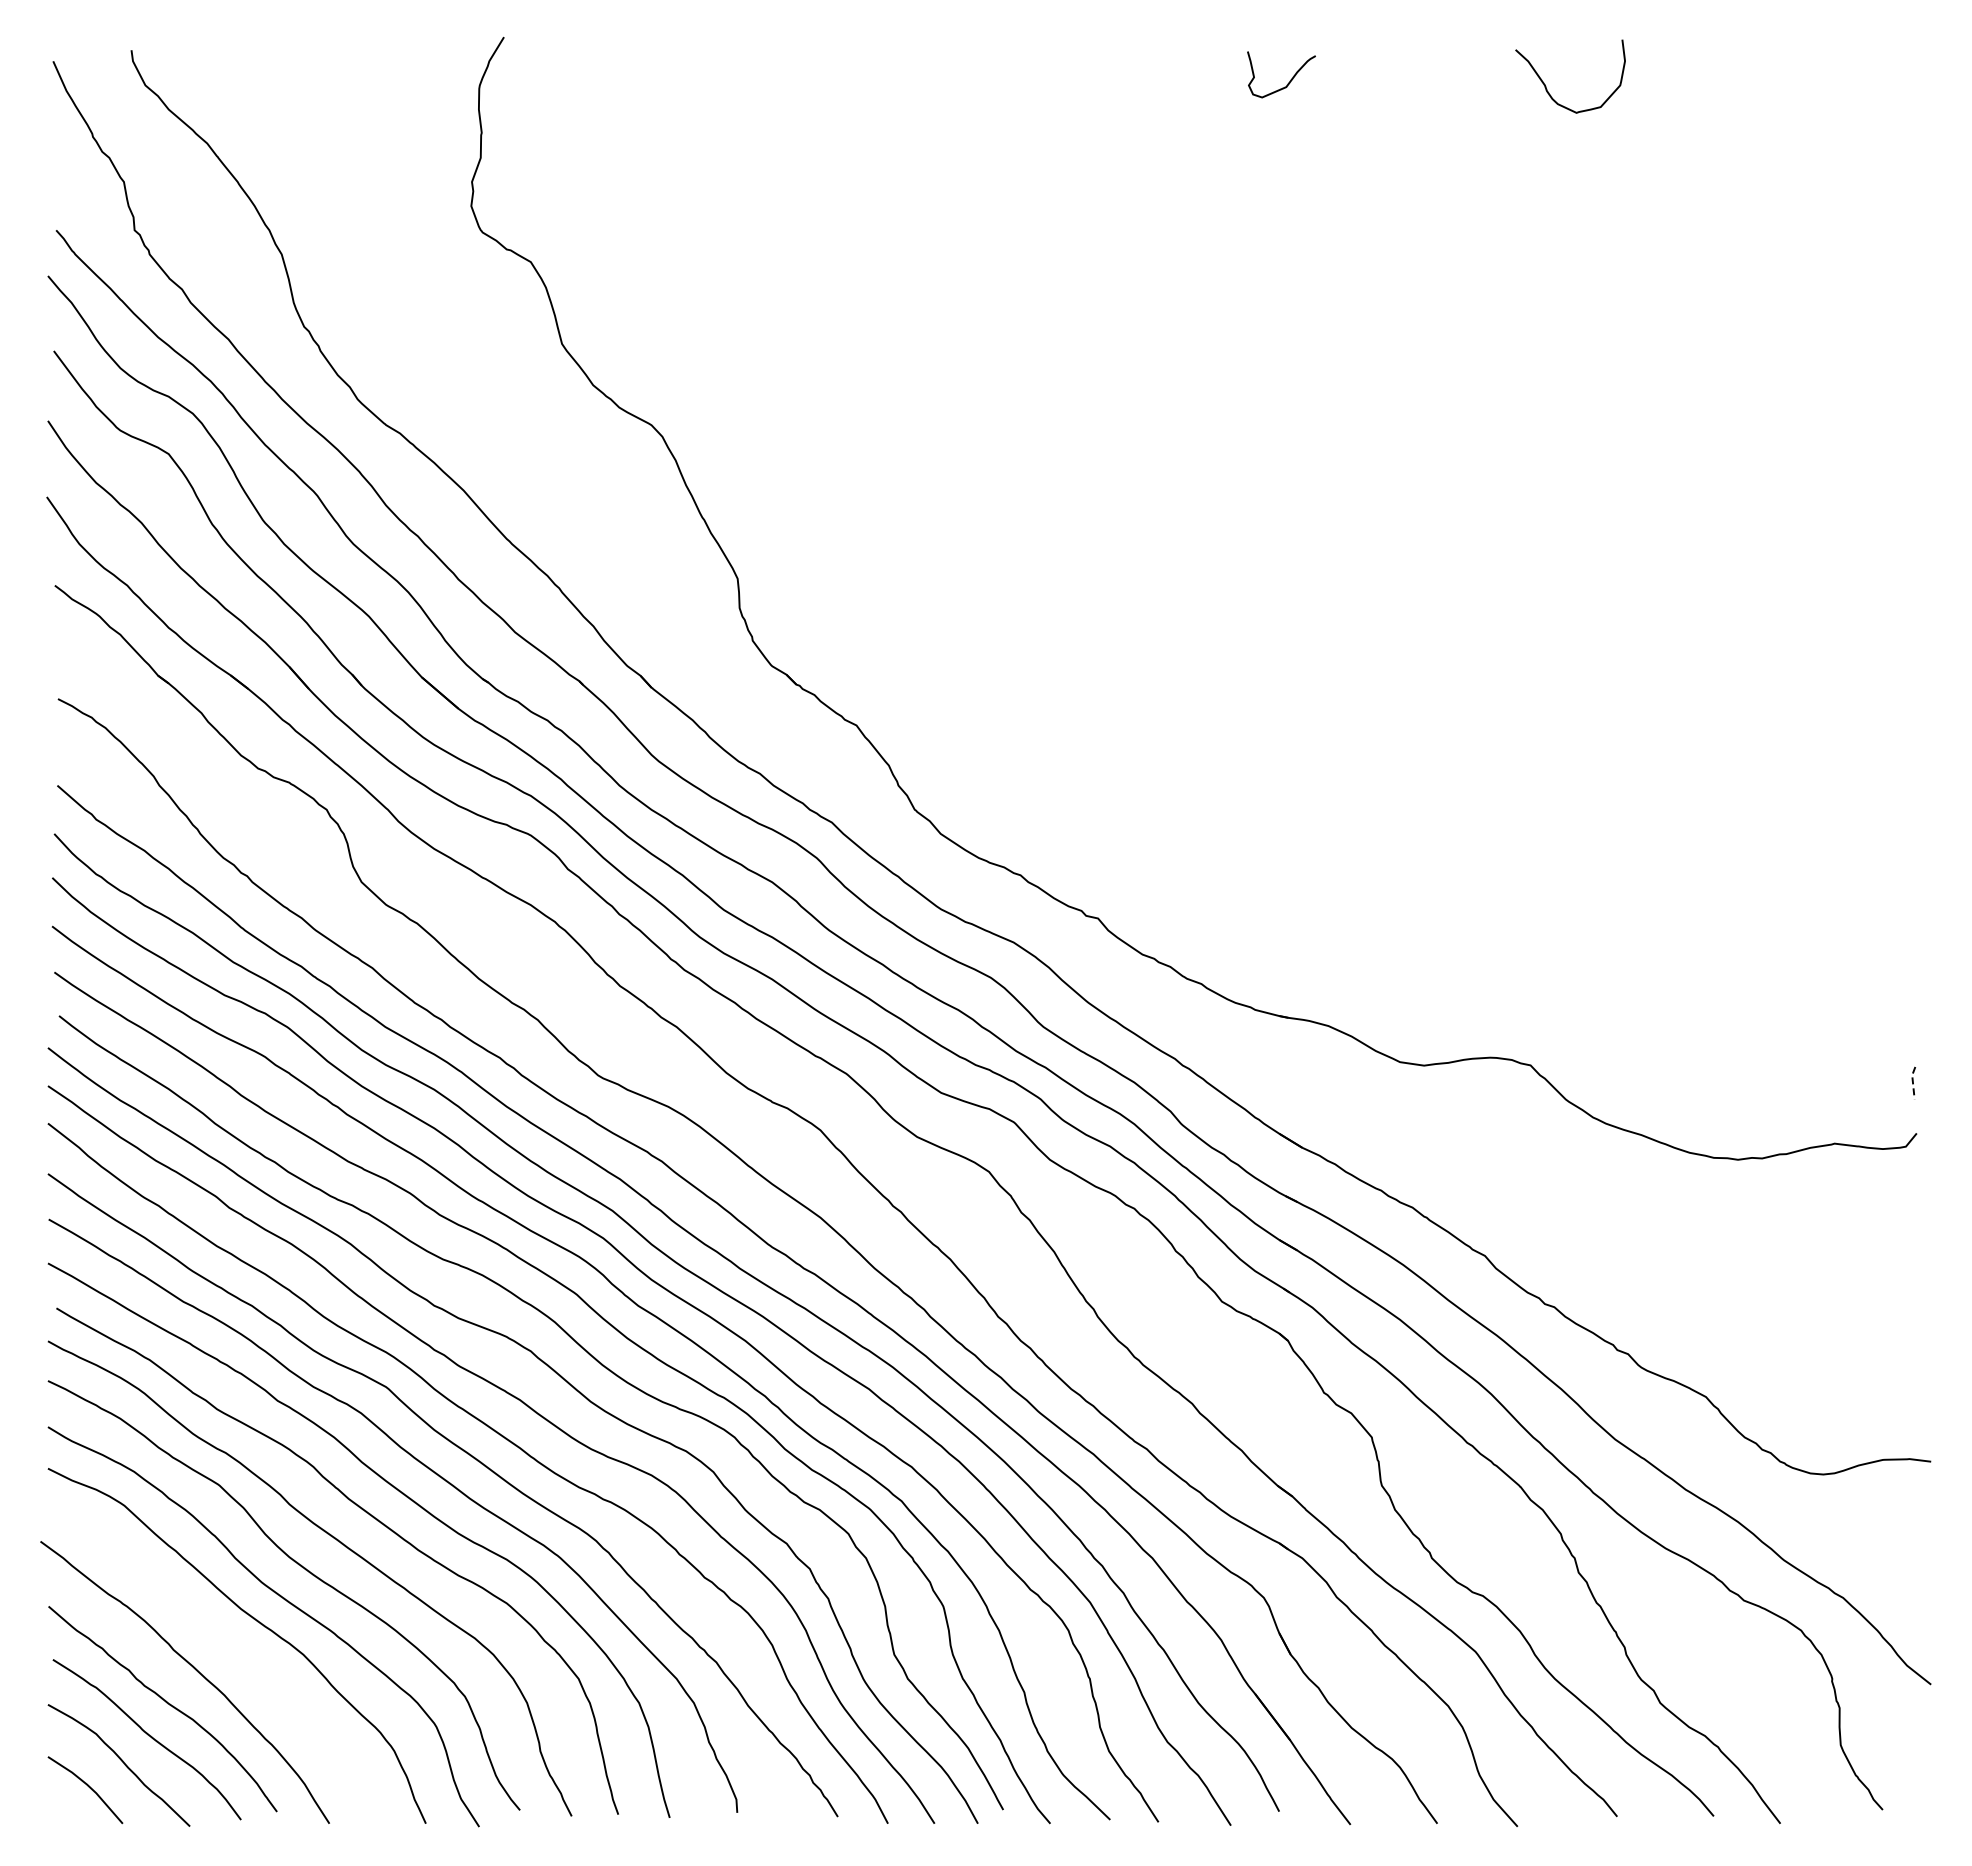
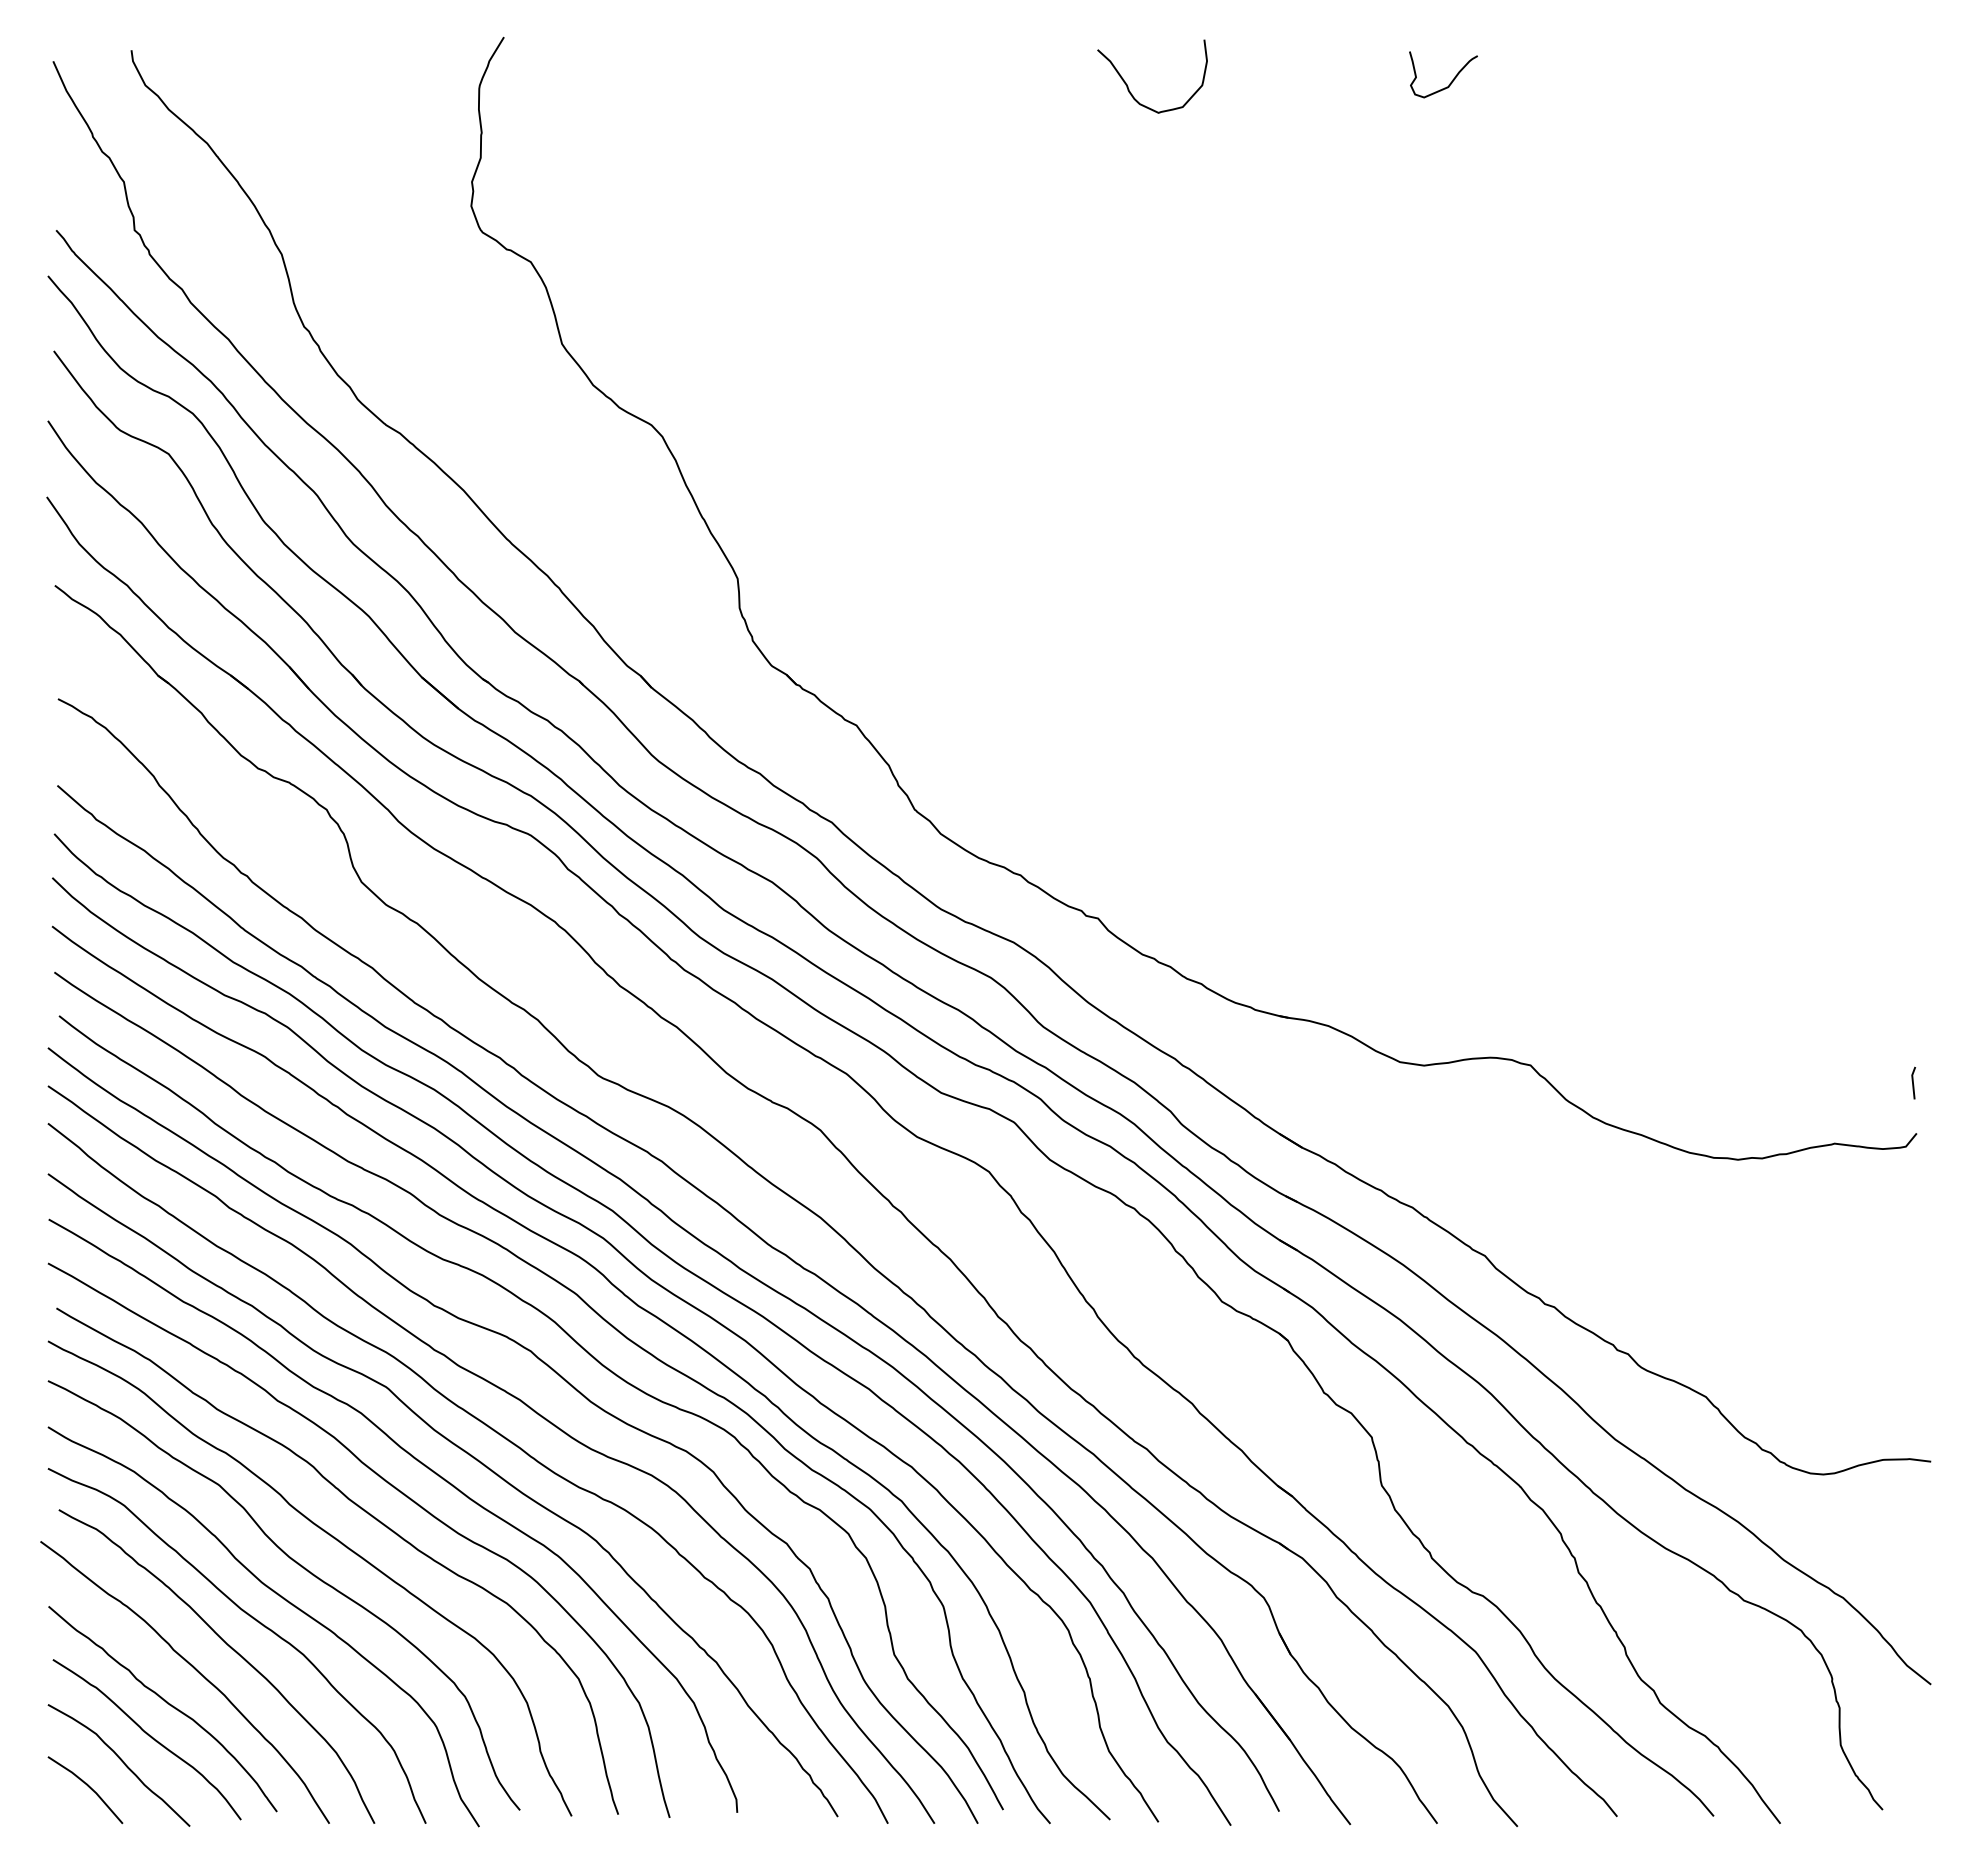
curve at (1290, 79) position: (1290, 79) -> (1452, 79)
curve at (1546, 86) position: (1546, 86) -> (1128, 86)
line at (1912, 1083): dashed -> solid
curve at (231, 1649): none -> present
